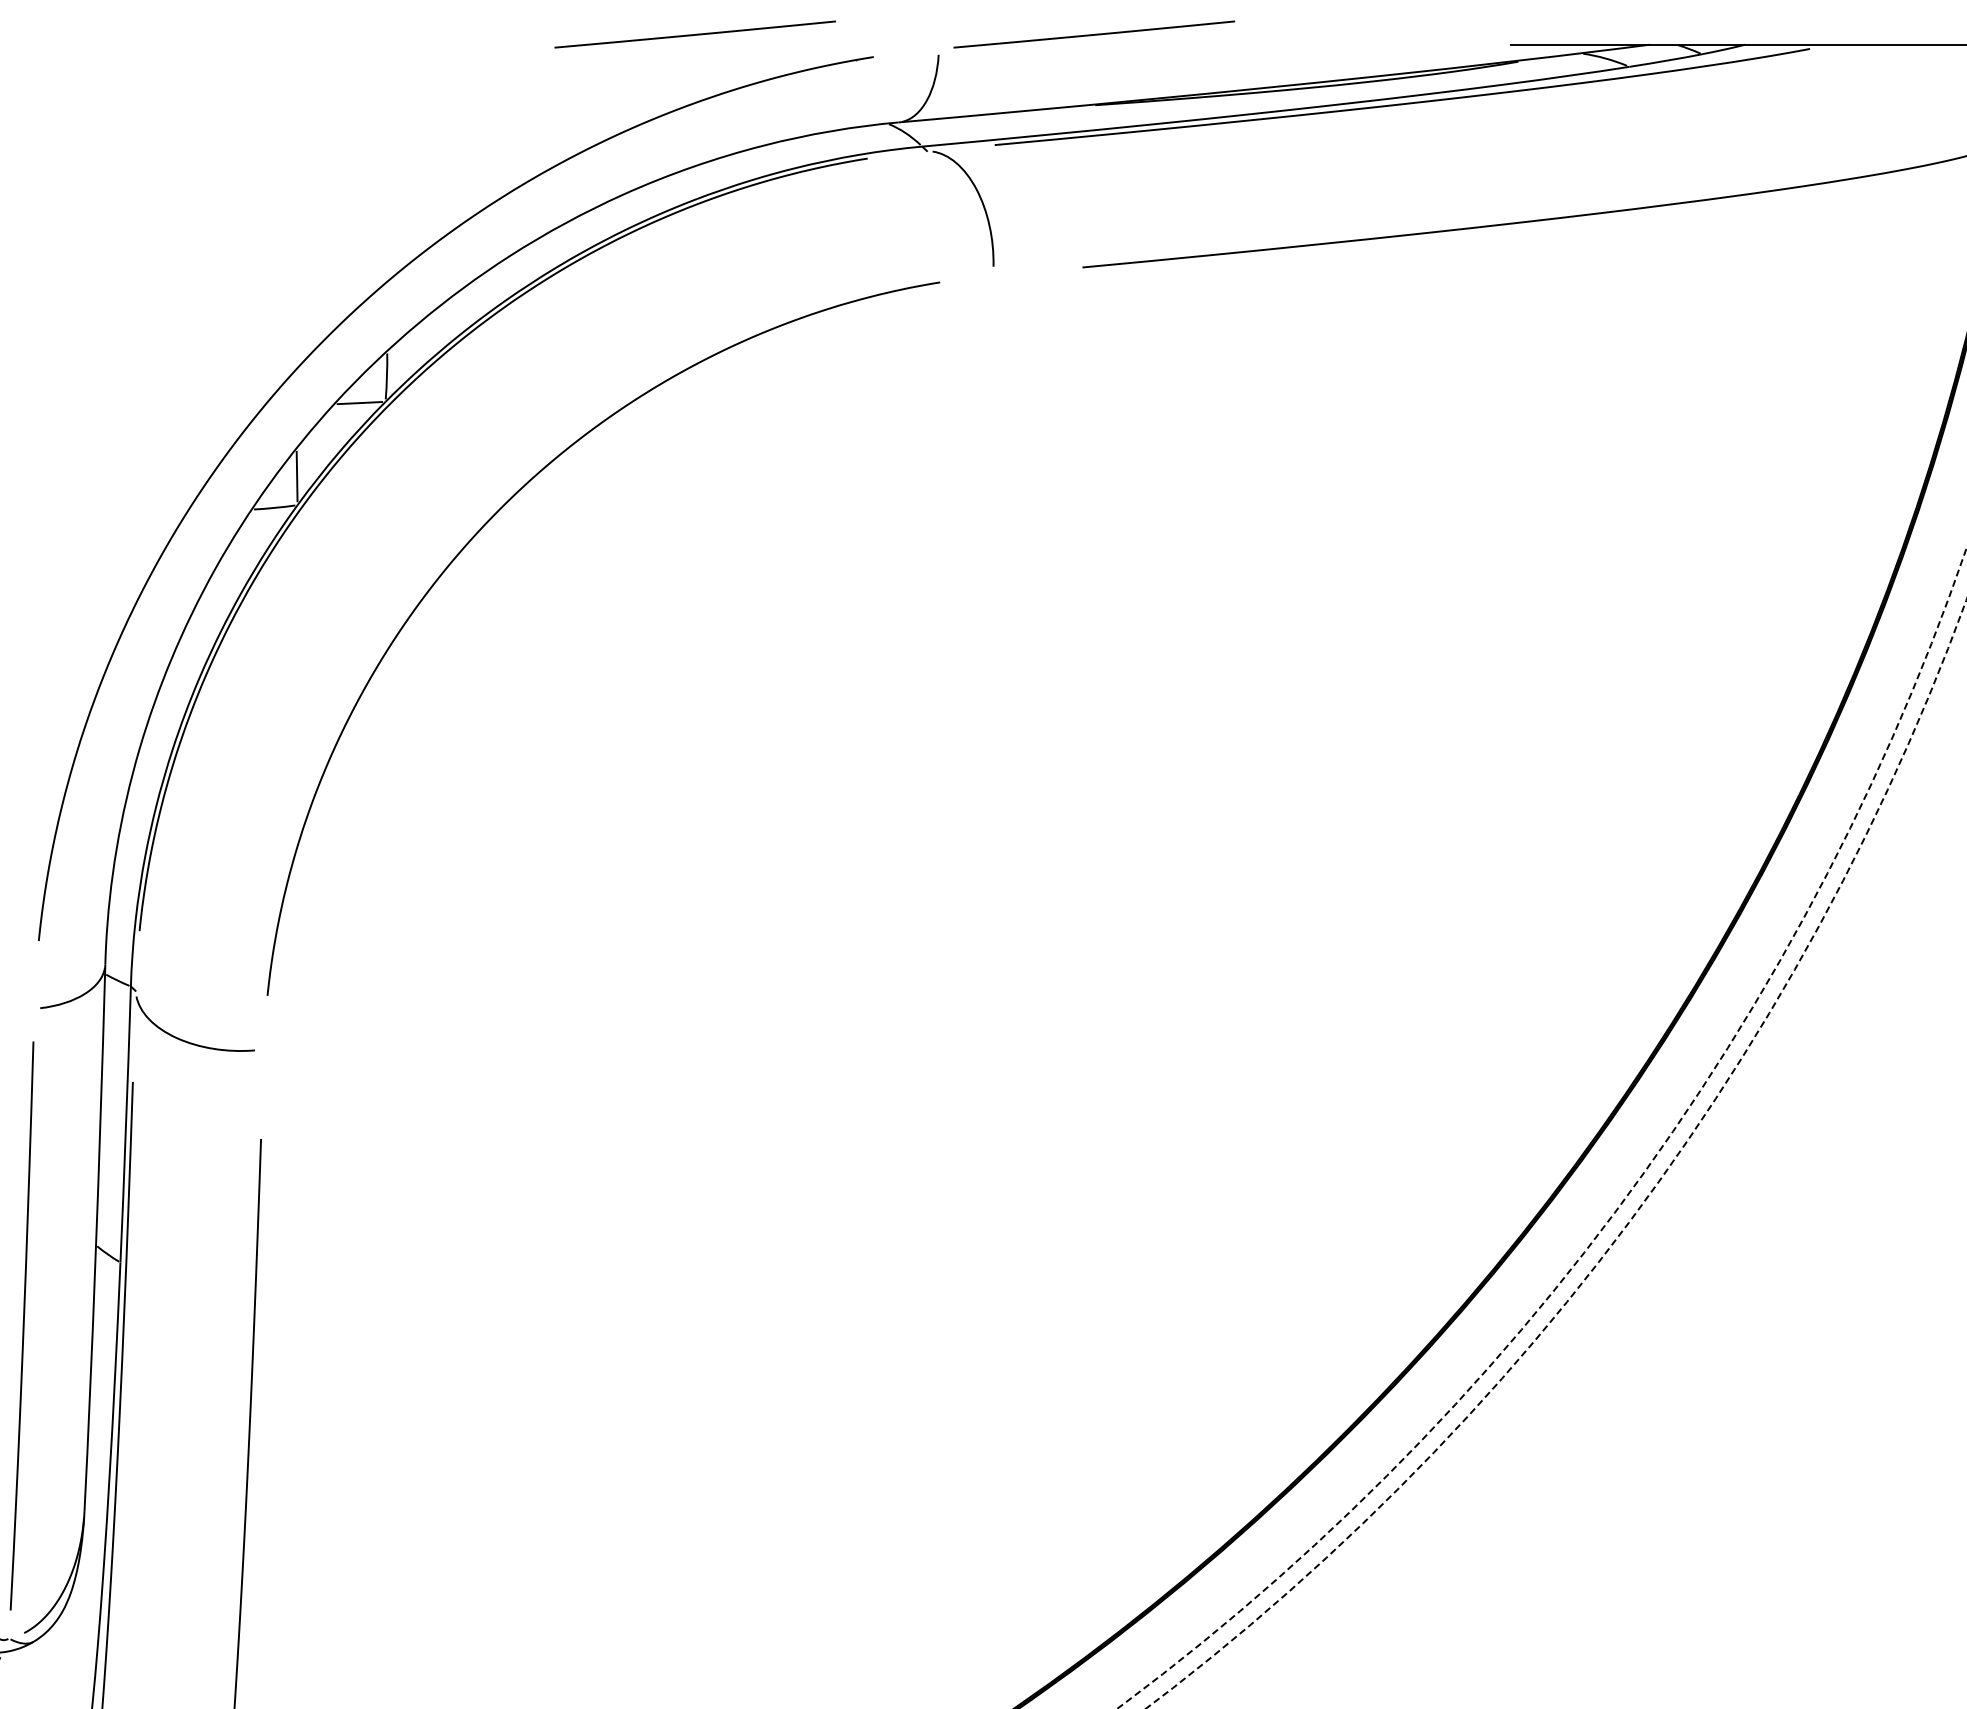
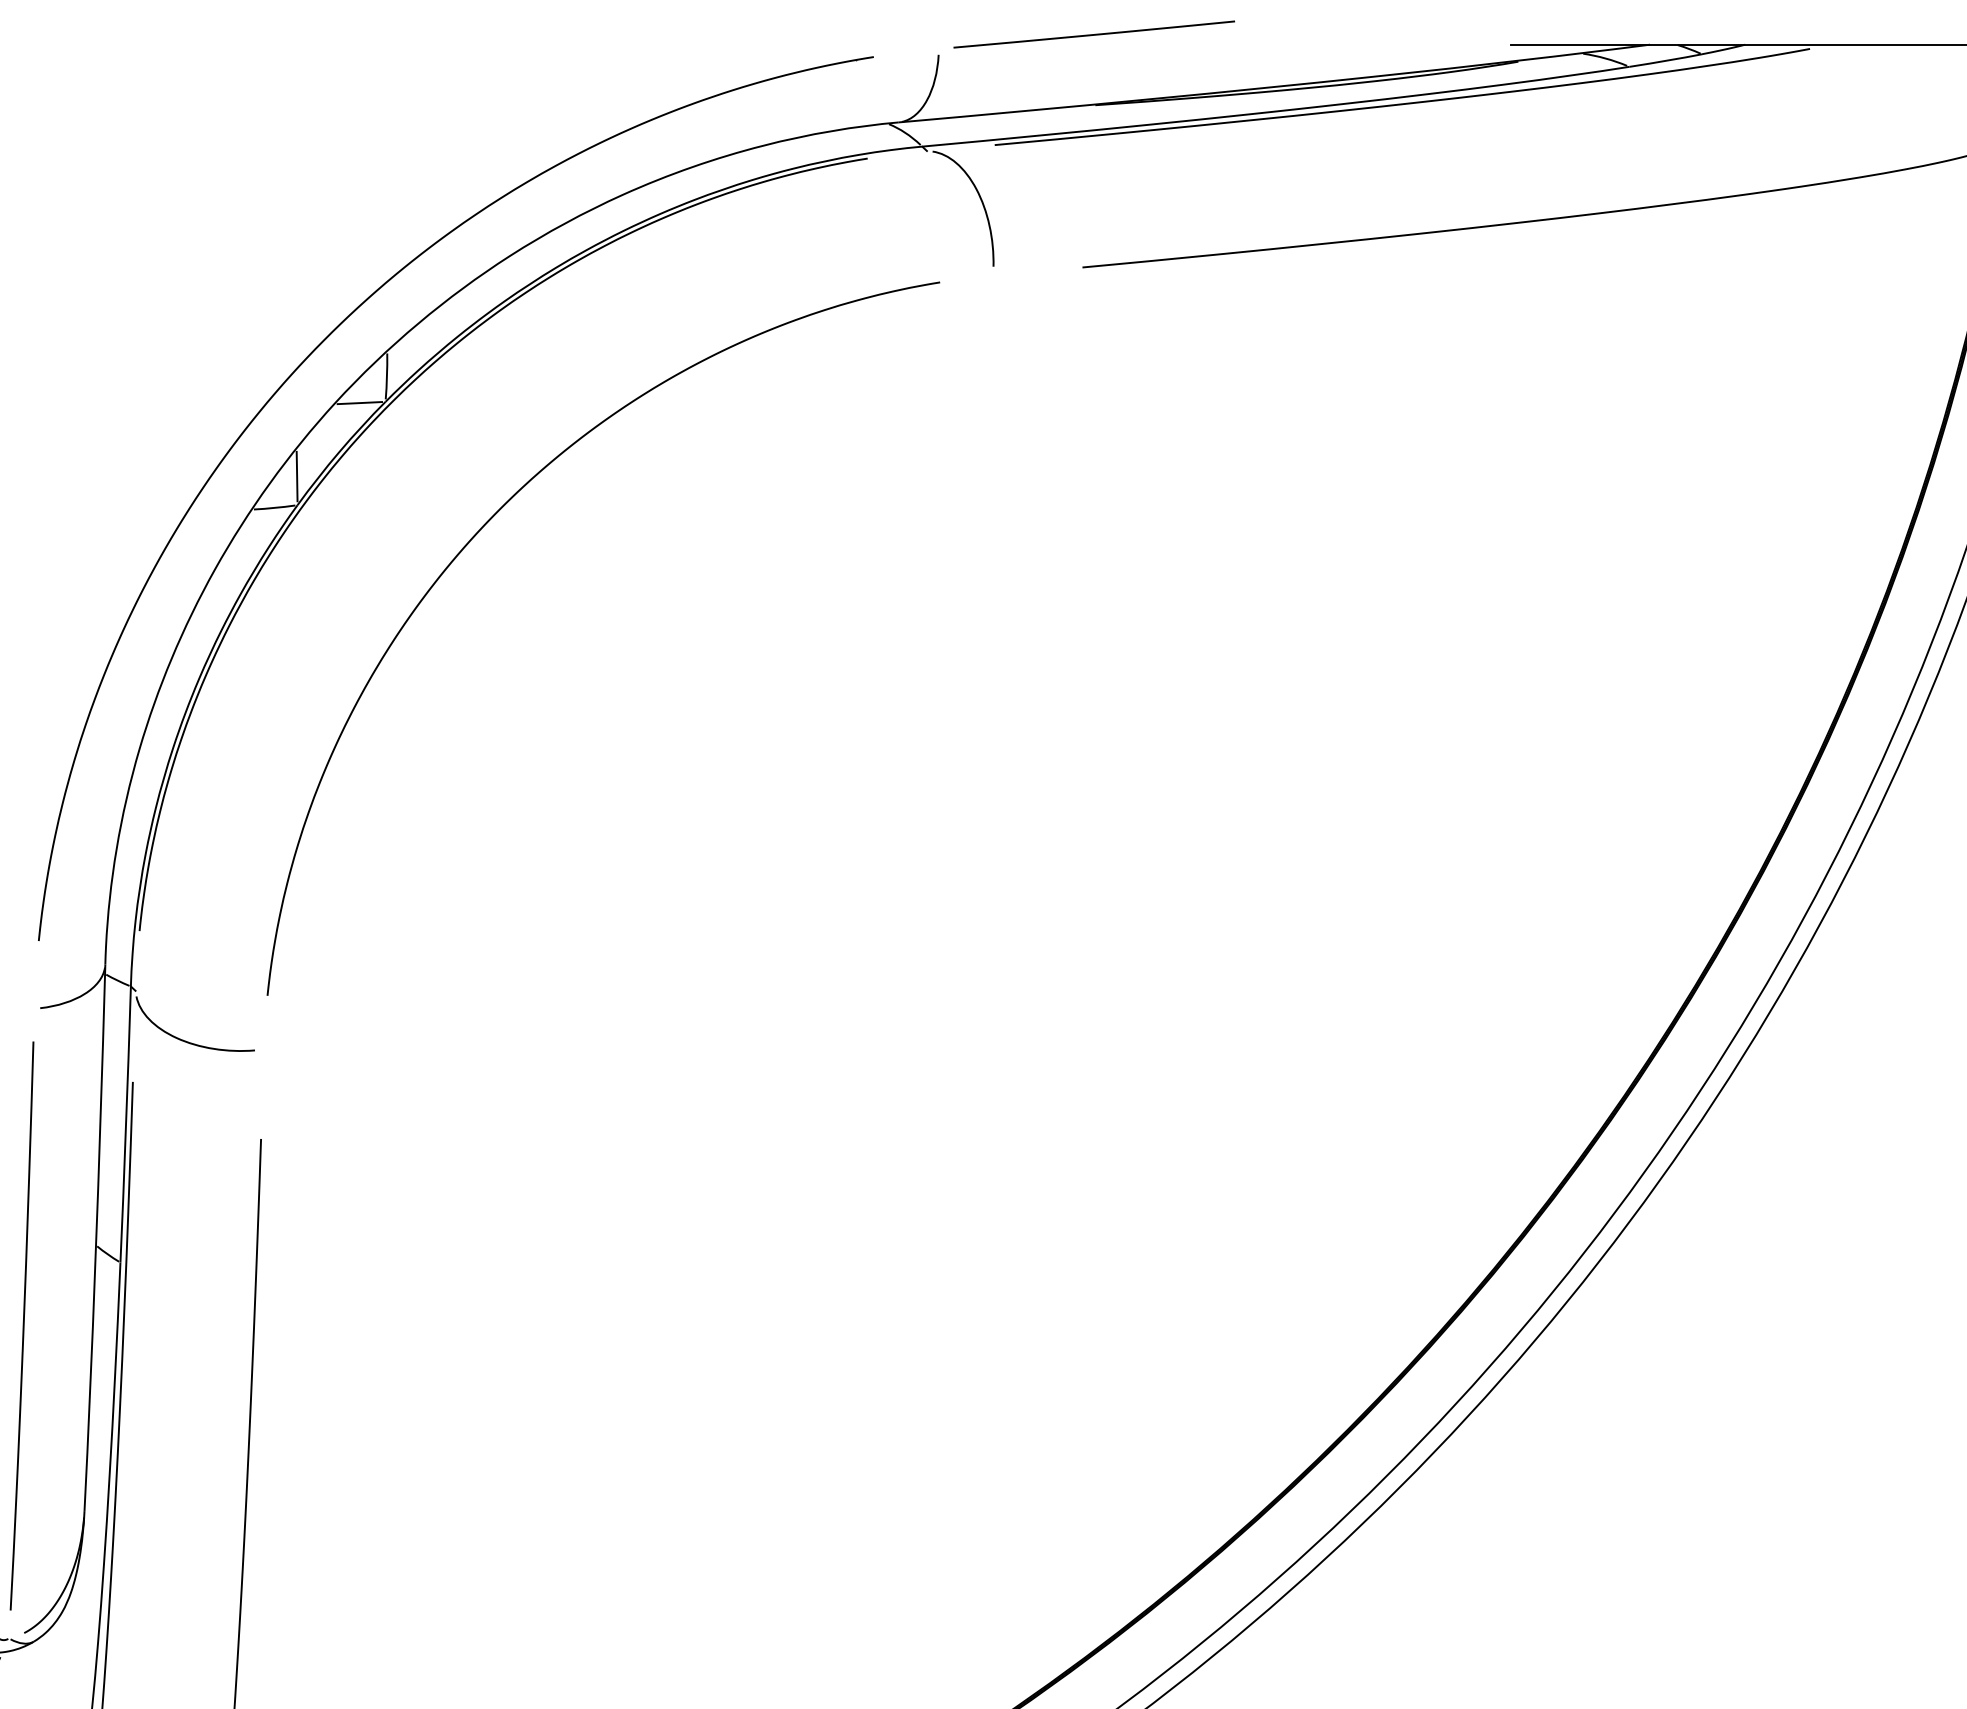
line at (694, 34): present -> none
arc at (1632, 1189): dashed -> solid
arc at (1635, 1213): dashed -> solid
